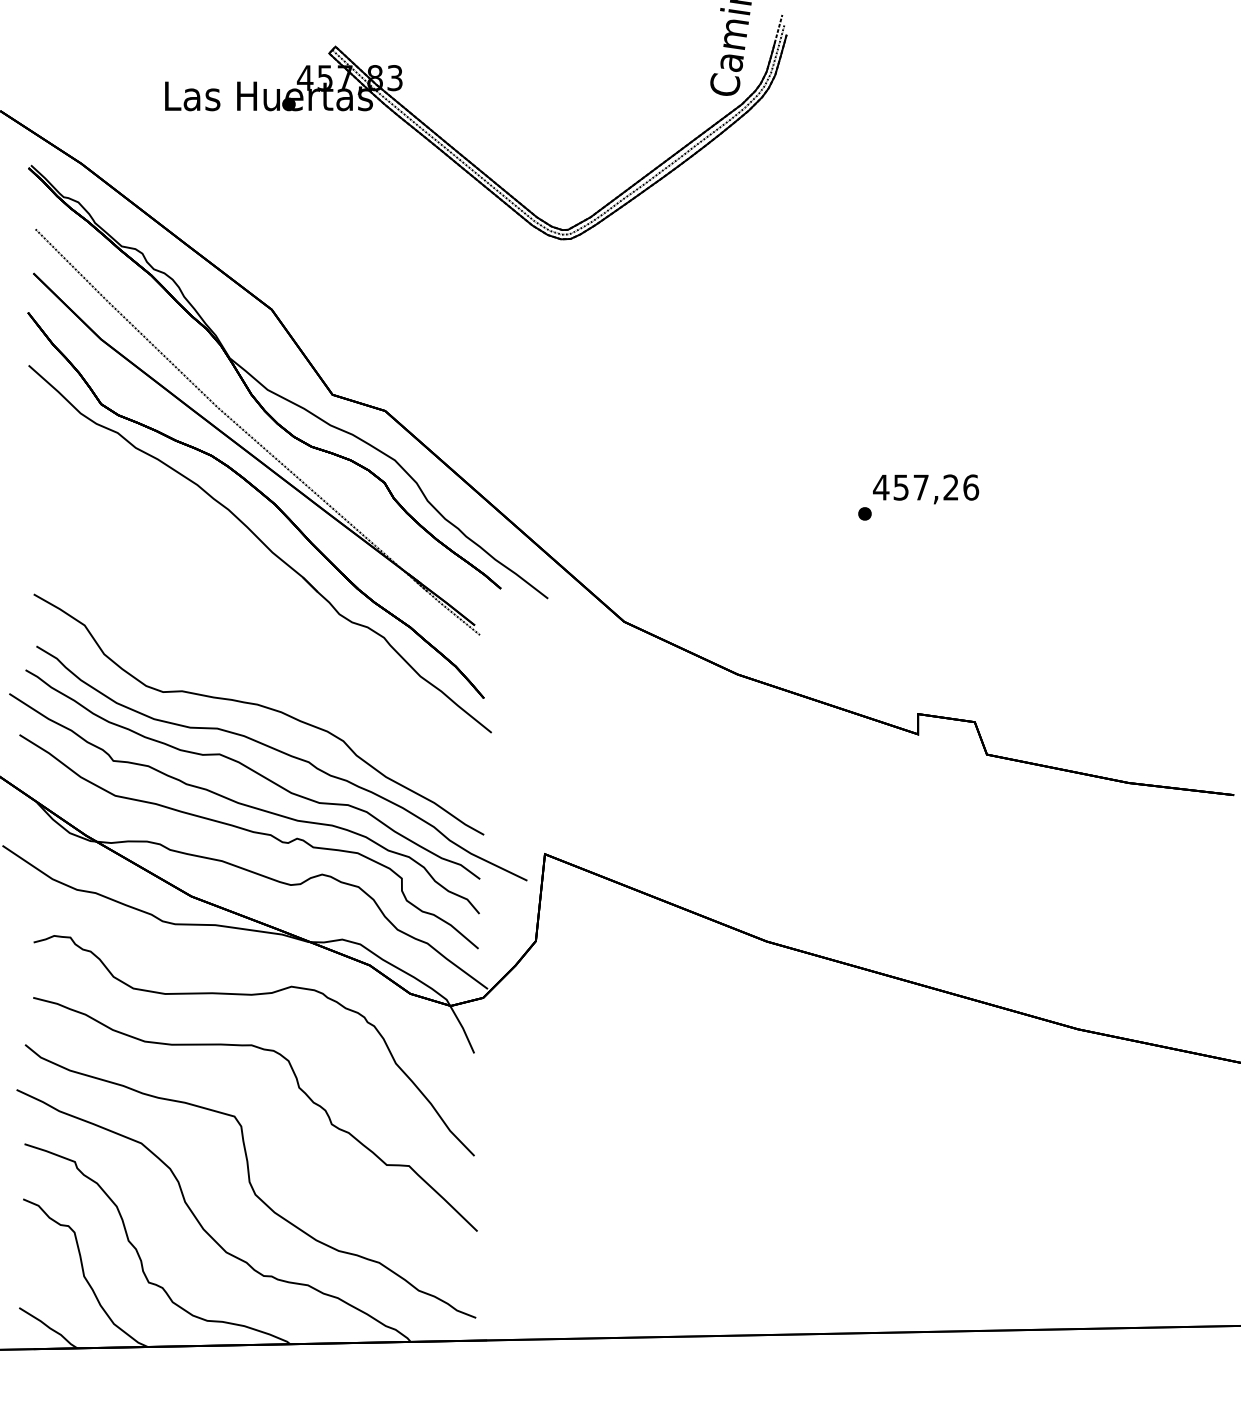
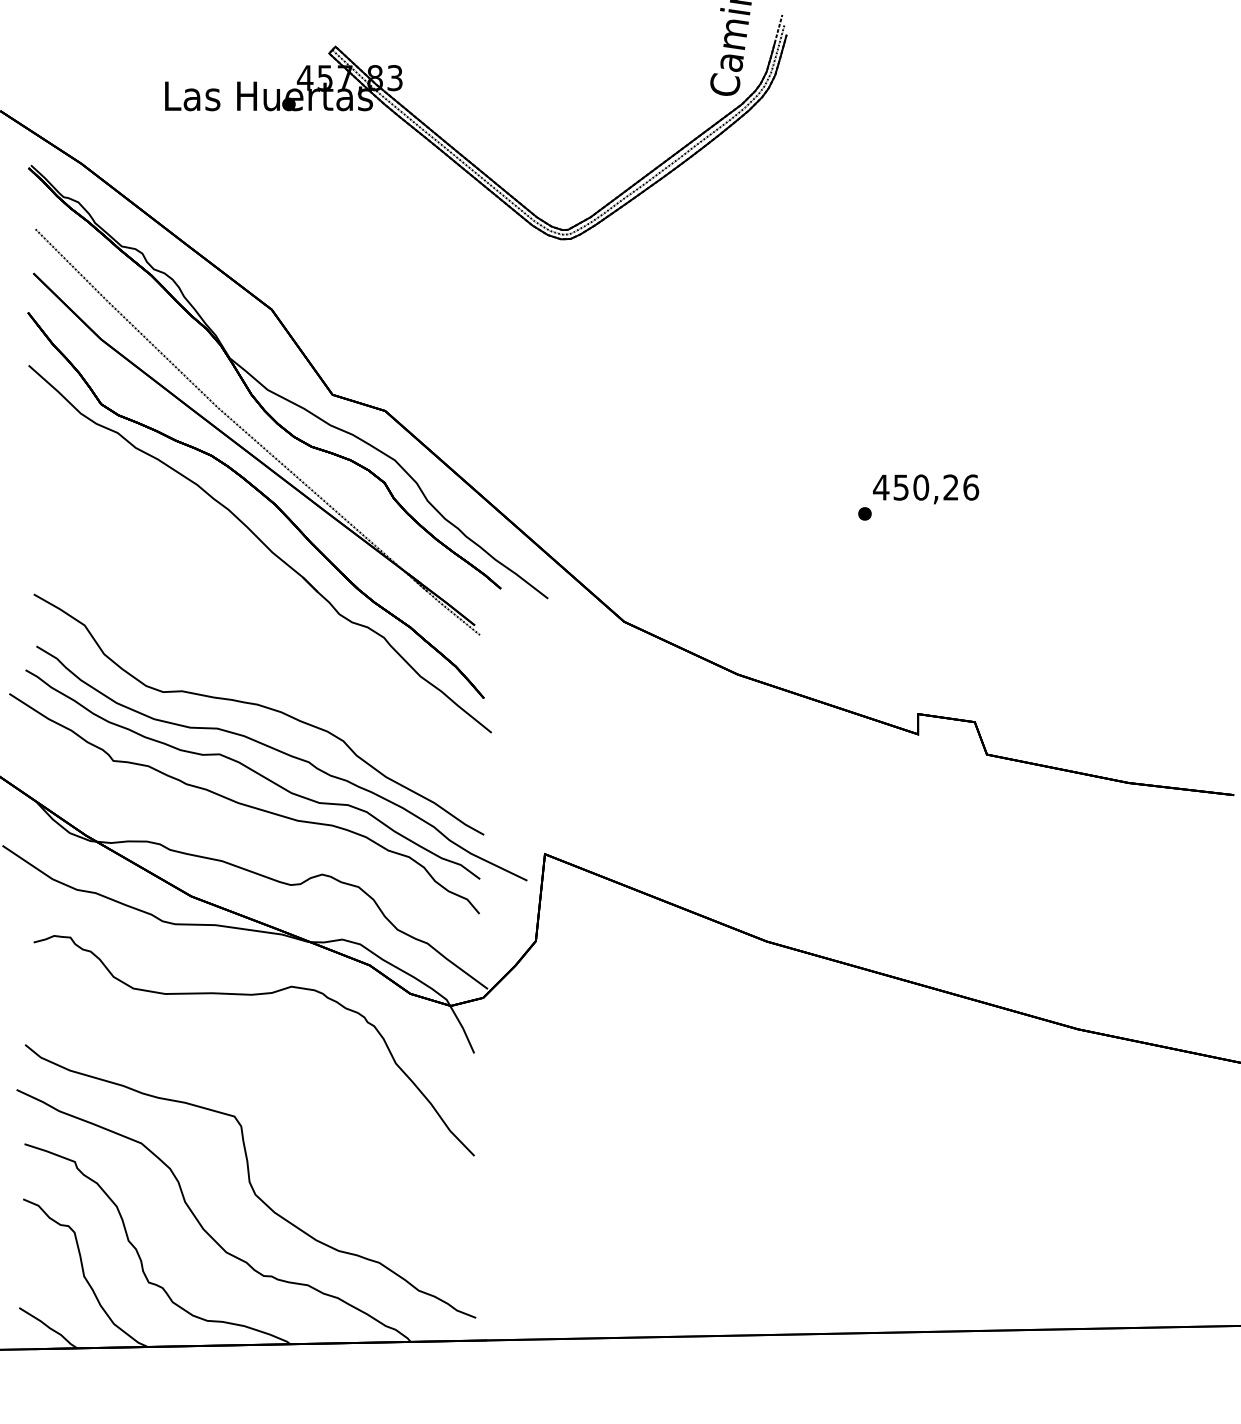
text at (921, 487): 457,26 -> 450,26
part at (250, 832): present -> none
part at (298, 1088): present -> none
